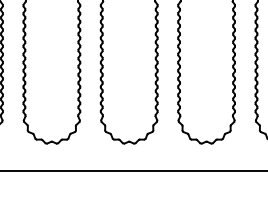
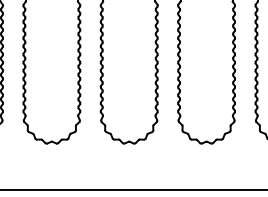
line at (133, 170) position: (133, 170) -> (133, 189)
